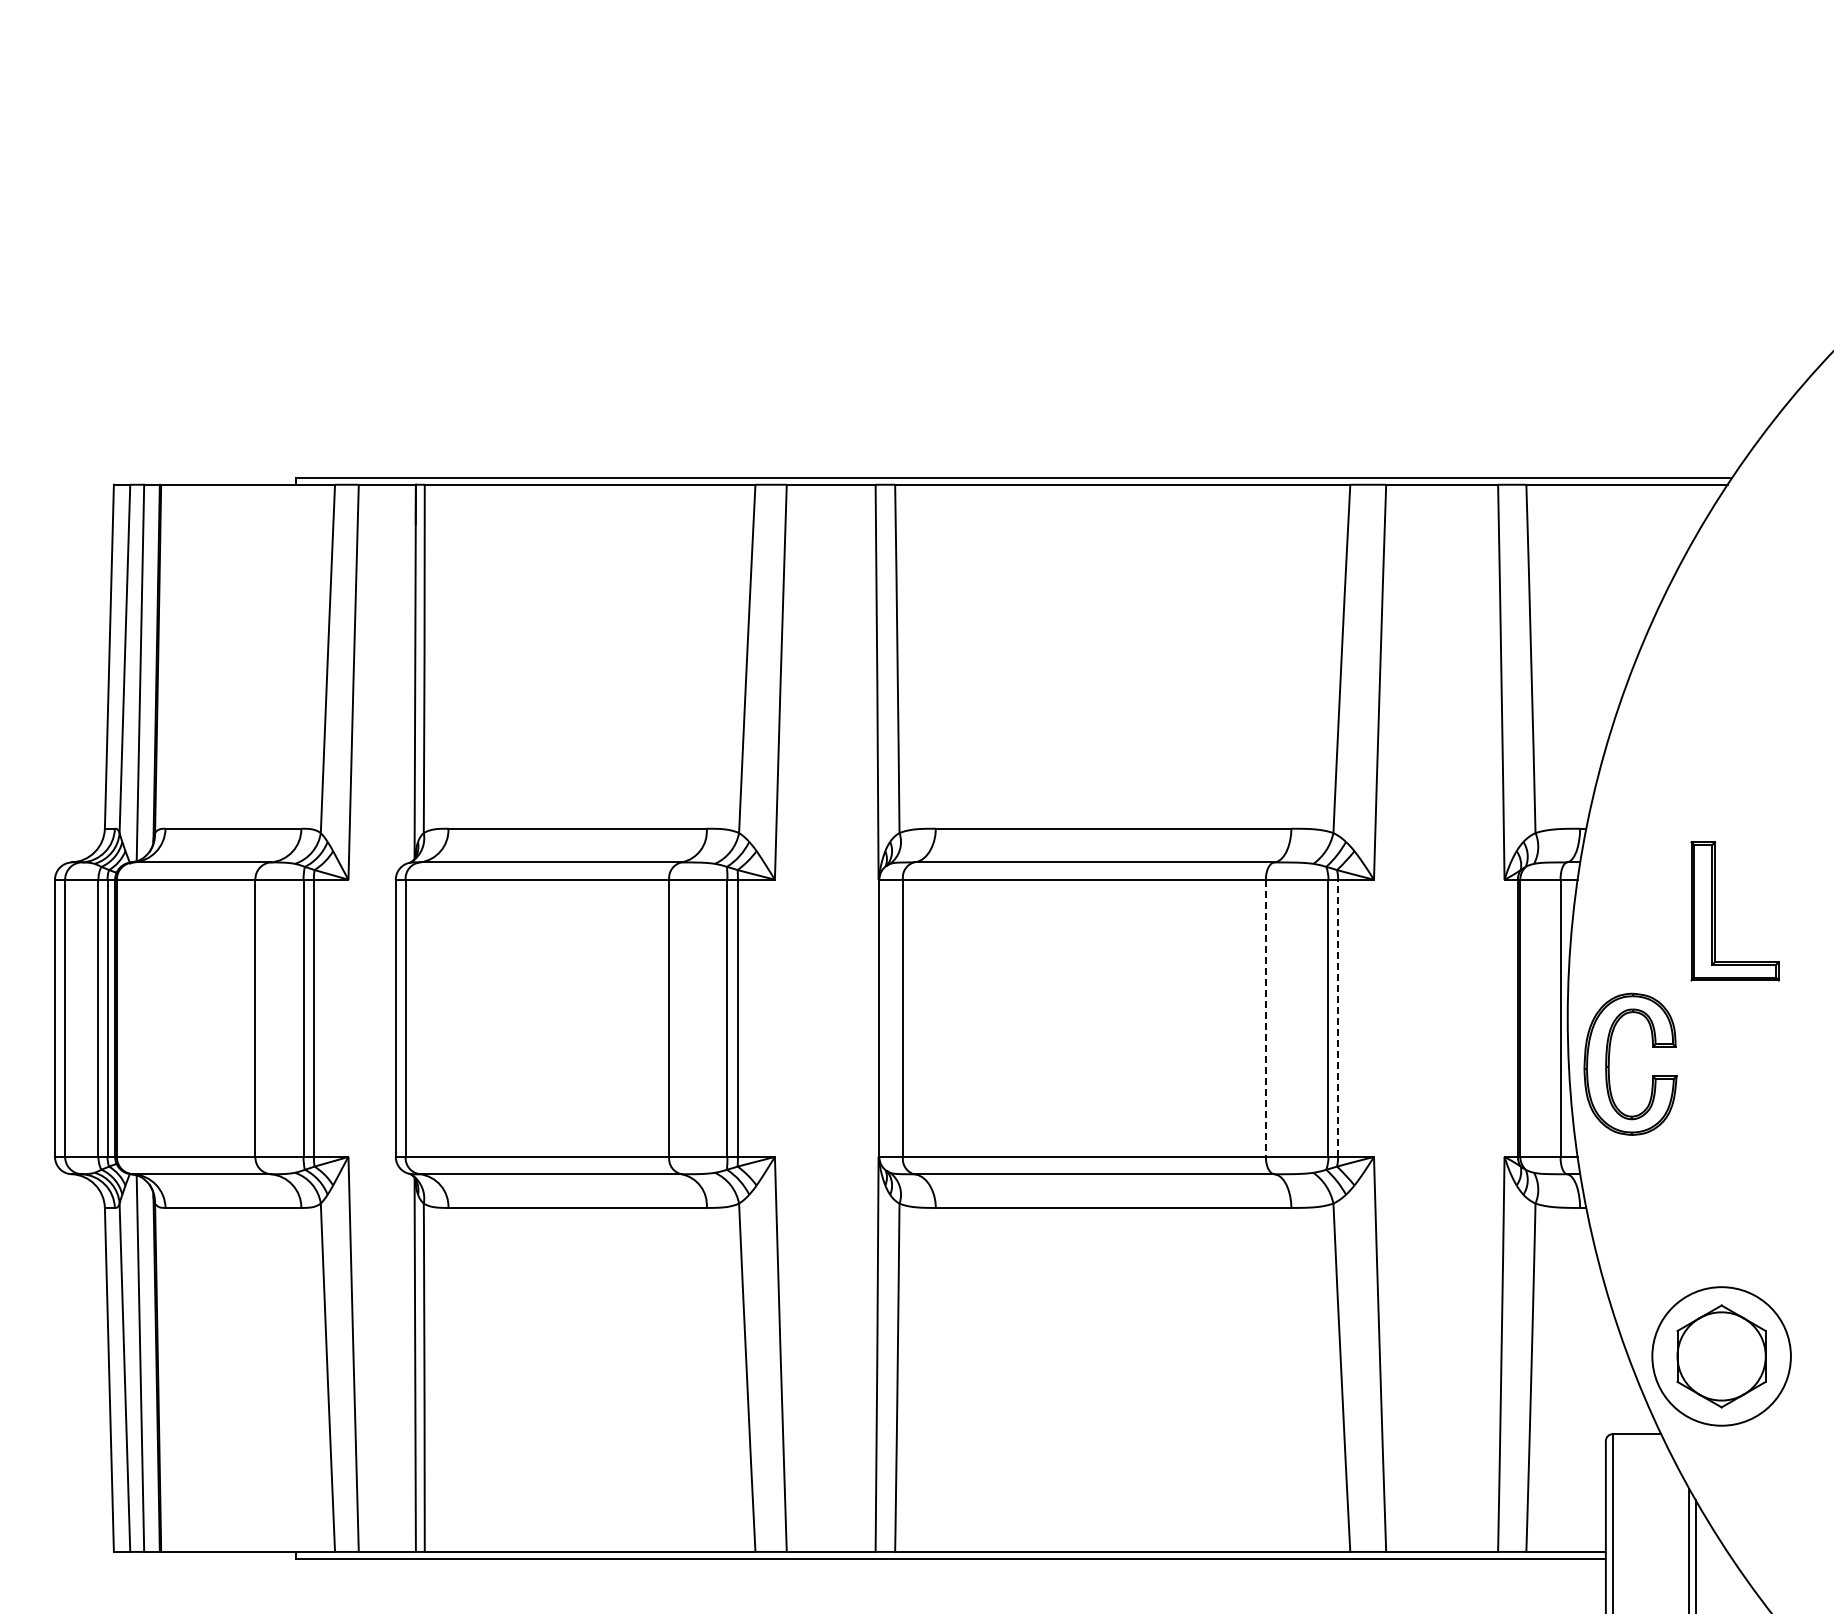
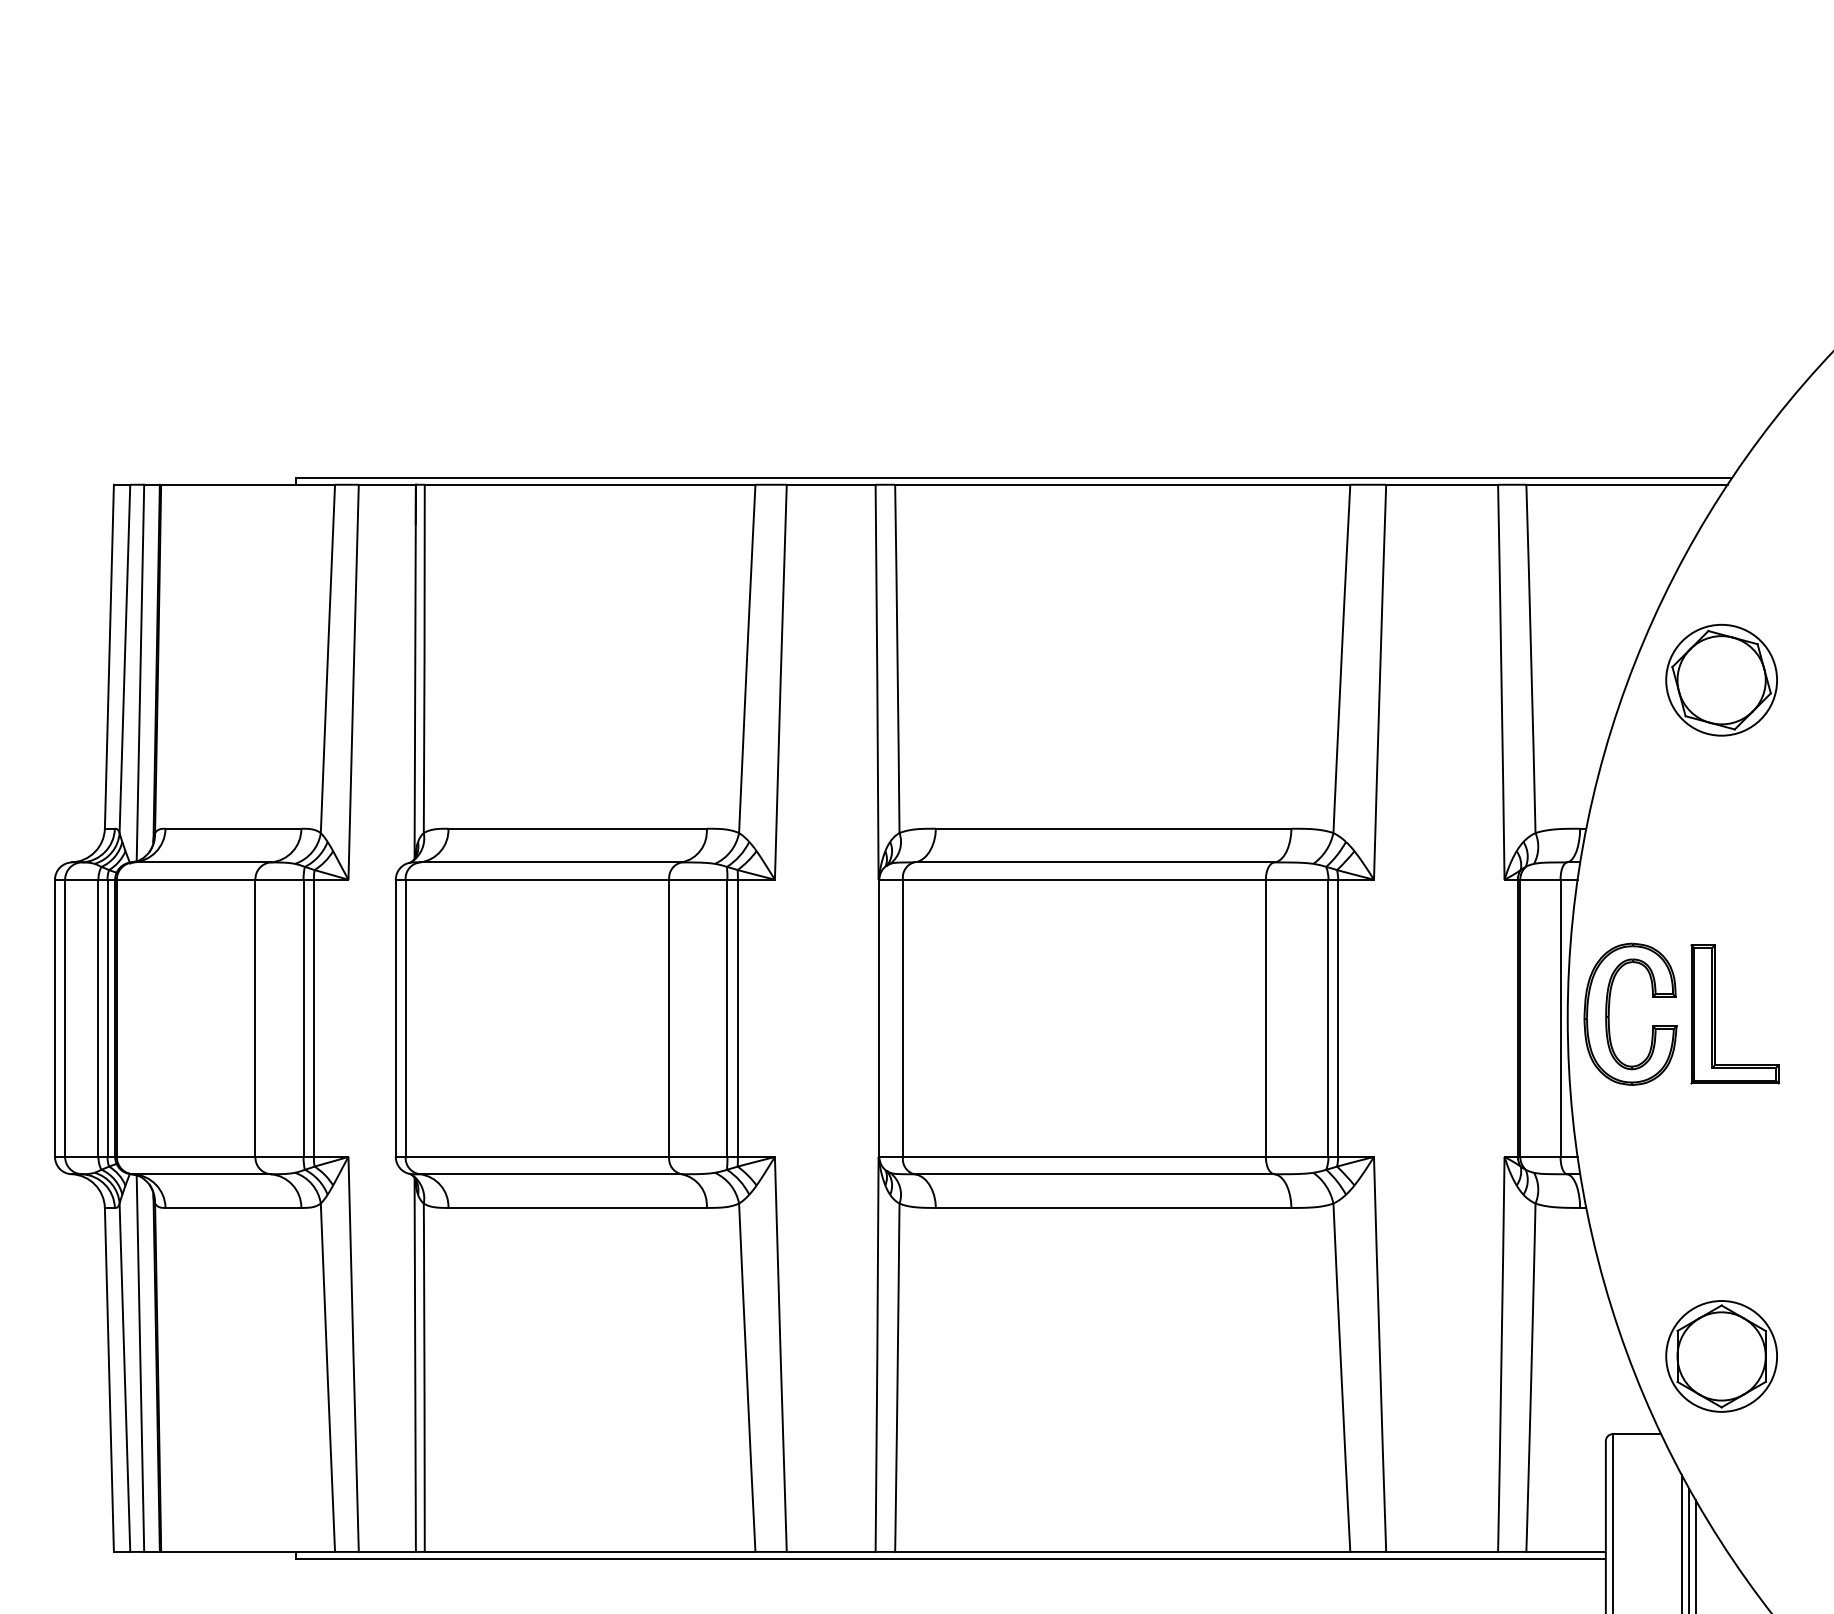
part at (1721, 679): none -> present
part at (1715, 911) position: (1715, 911) -> (1715, 1014)
line at (1265, 1018): dashed -> solid
line at (1338, 1018): dashed -> solid
part at (1609, 1063) position: (1609, 1063) -> (1609, 1013)
circle at (1721, 1356) diameter: 139 px -> 111 px
line at (1682, 1542): none -> present
